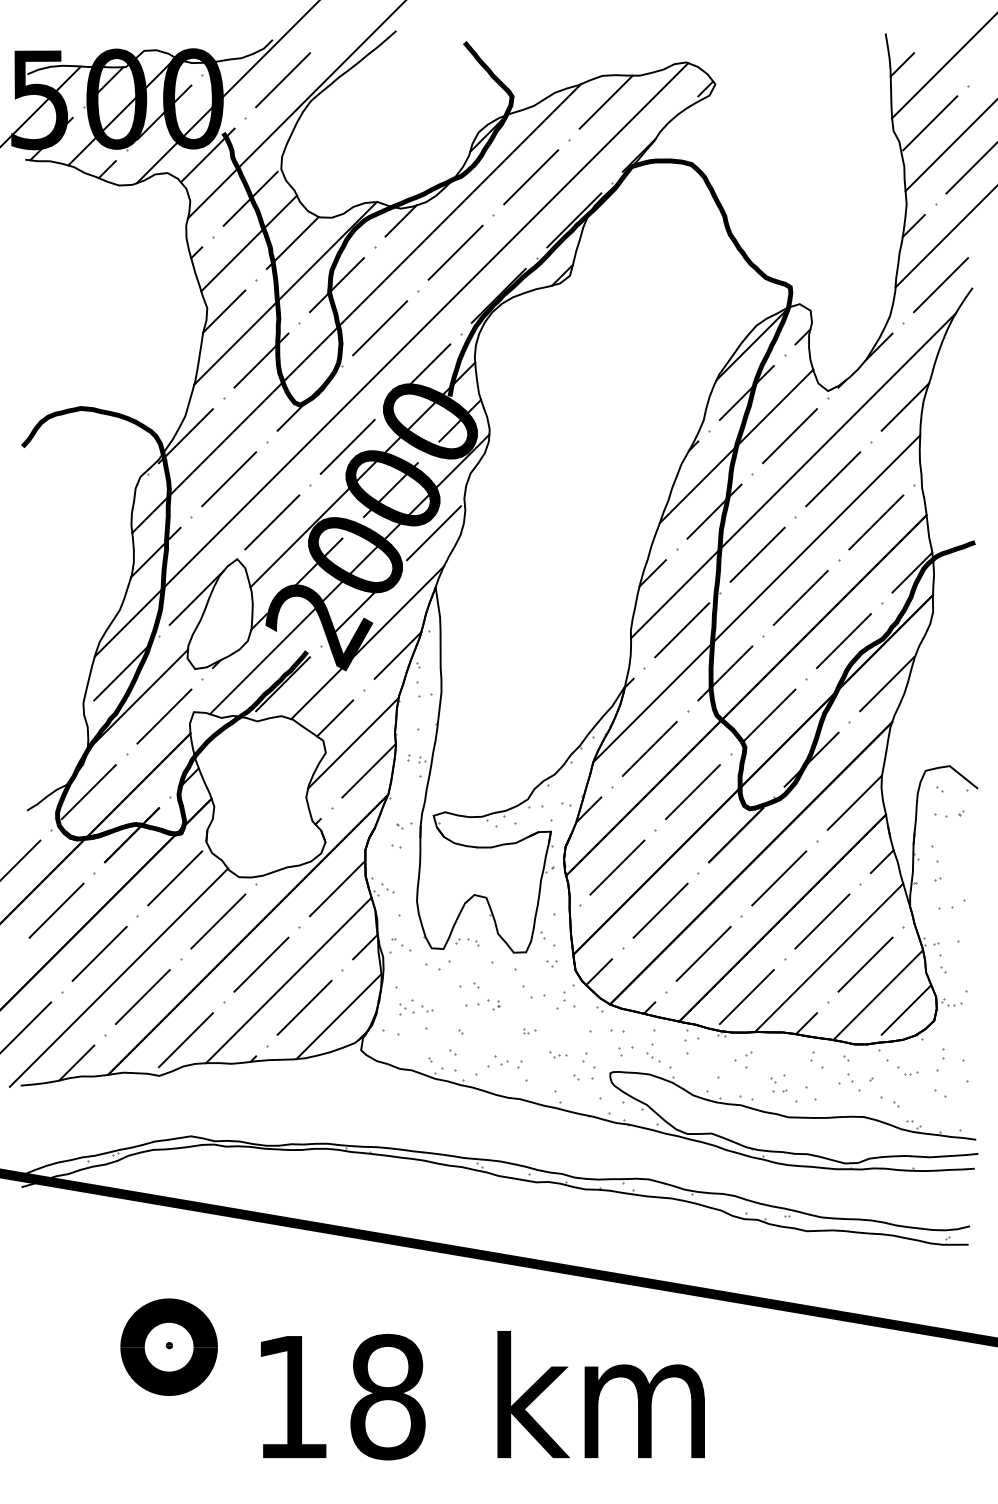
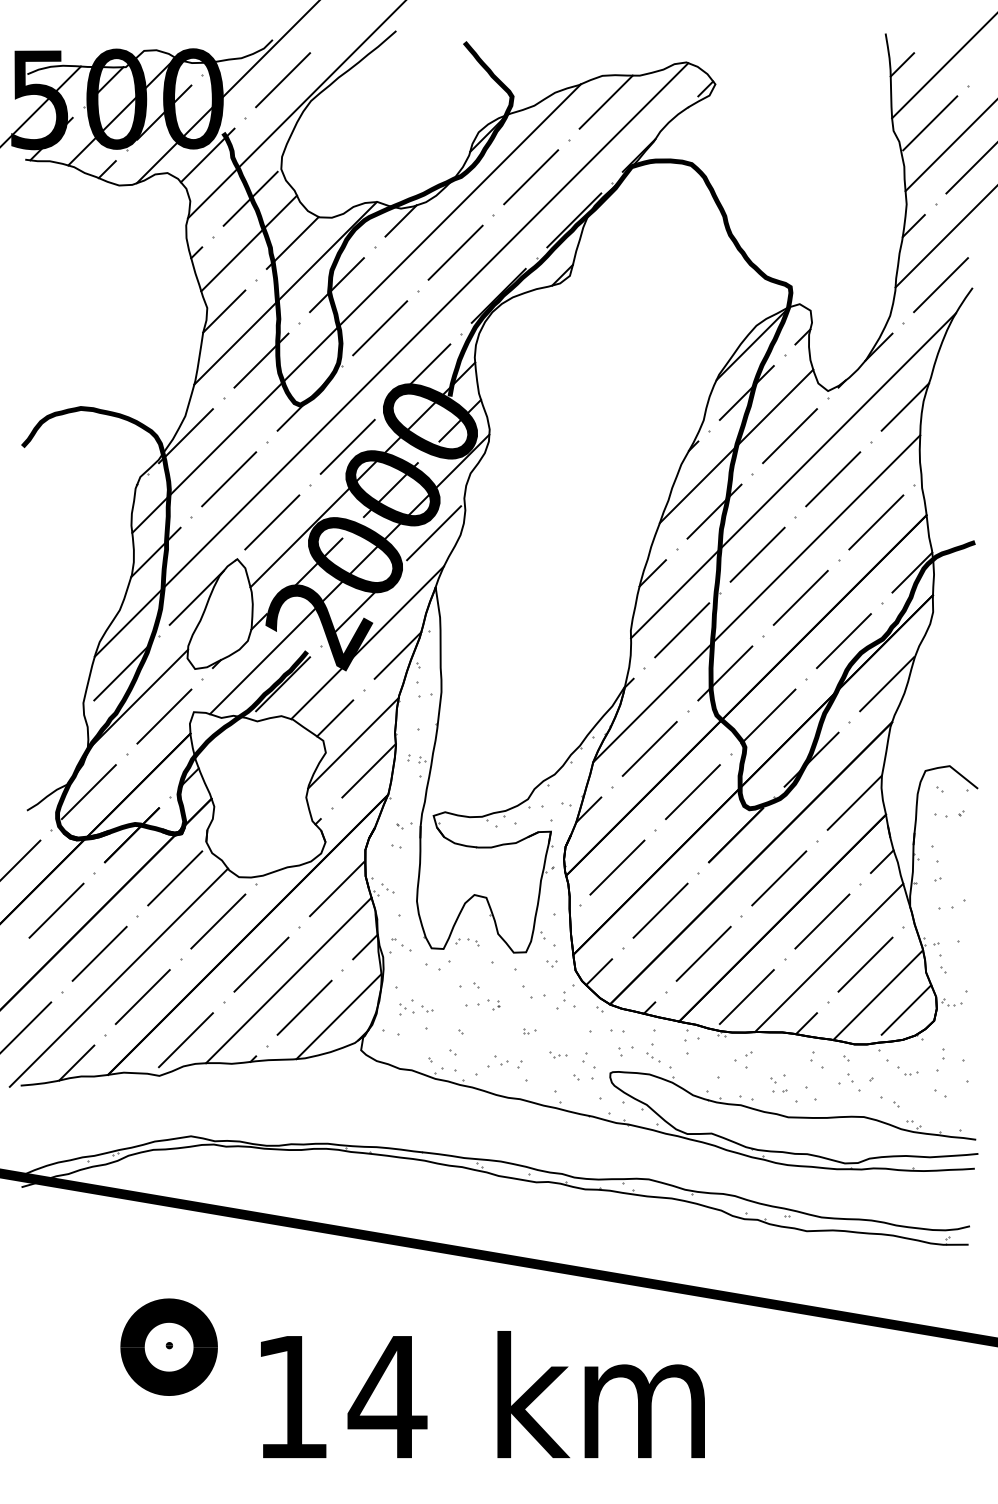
text at (387, 1396): 18 -> 14
